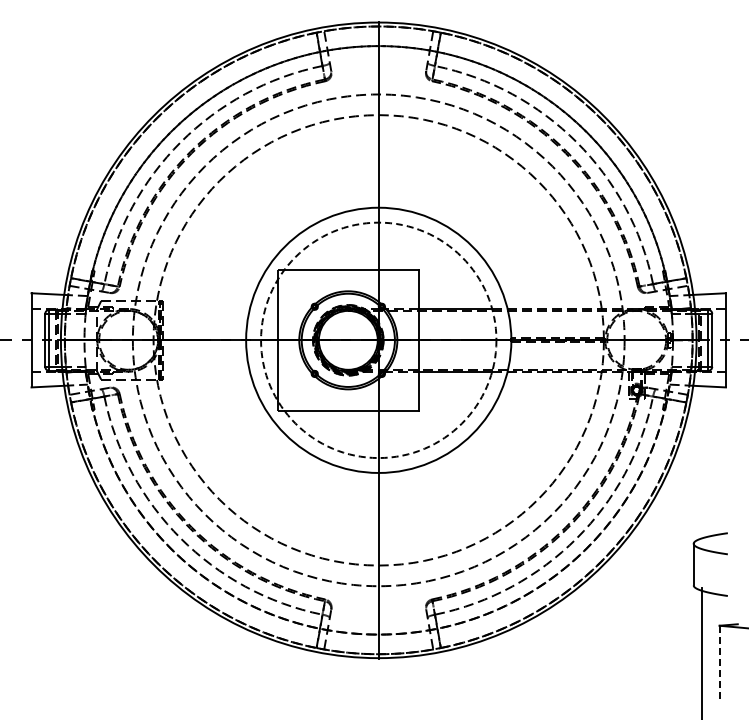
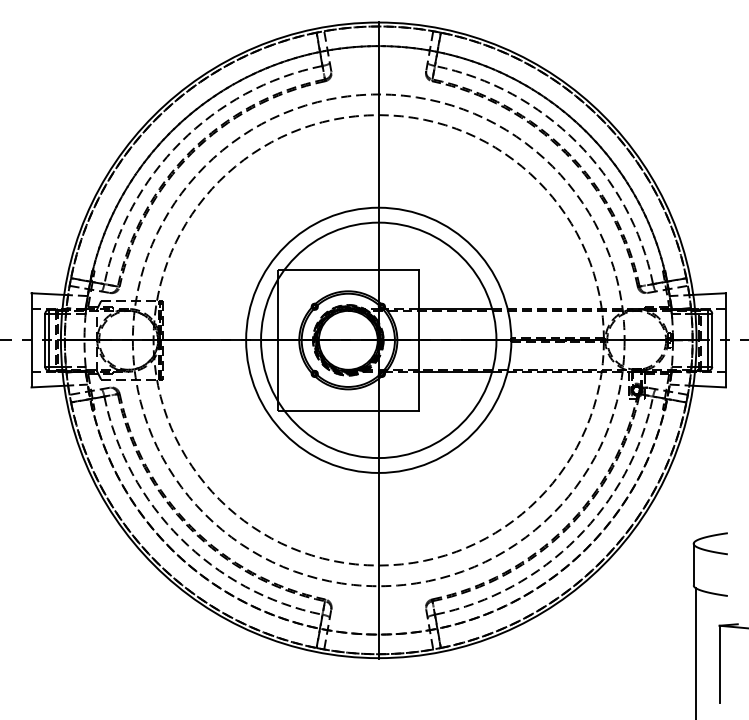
circle at (378, 340): dashed -> solid
line at (702, 652) position: (702, 652) -> (696, 652)
line at (719, 664): dashed -> solid
